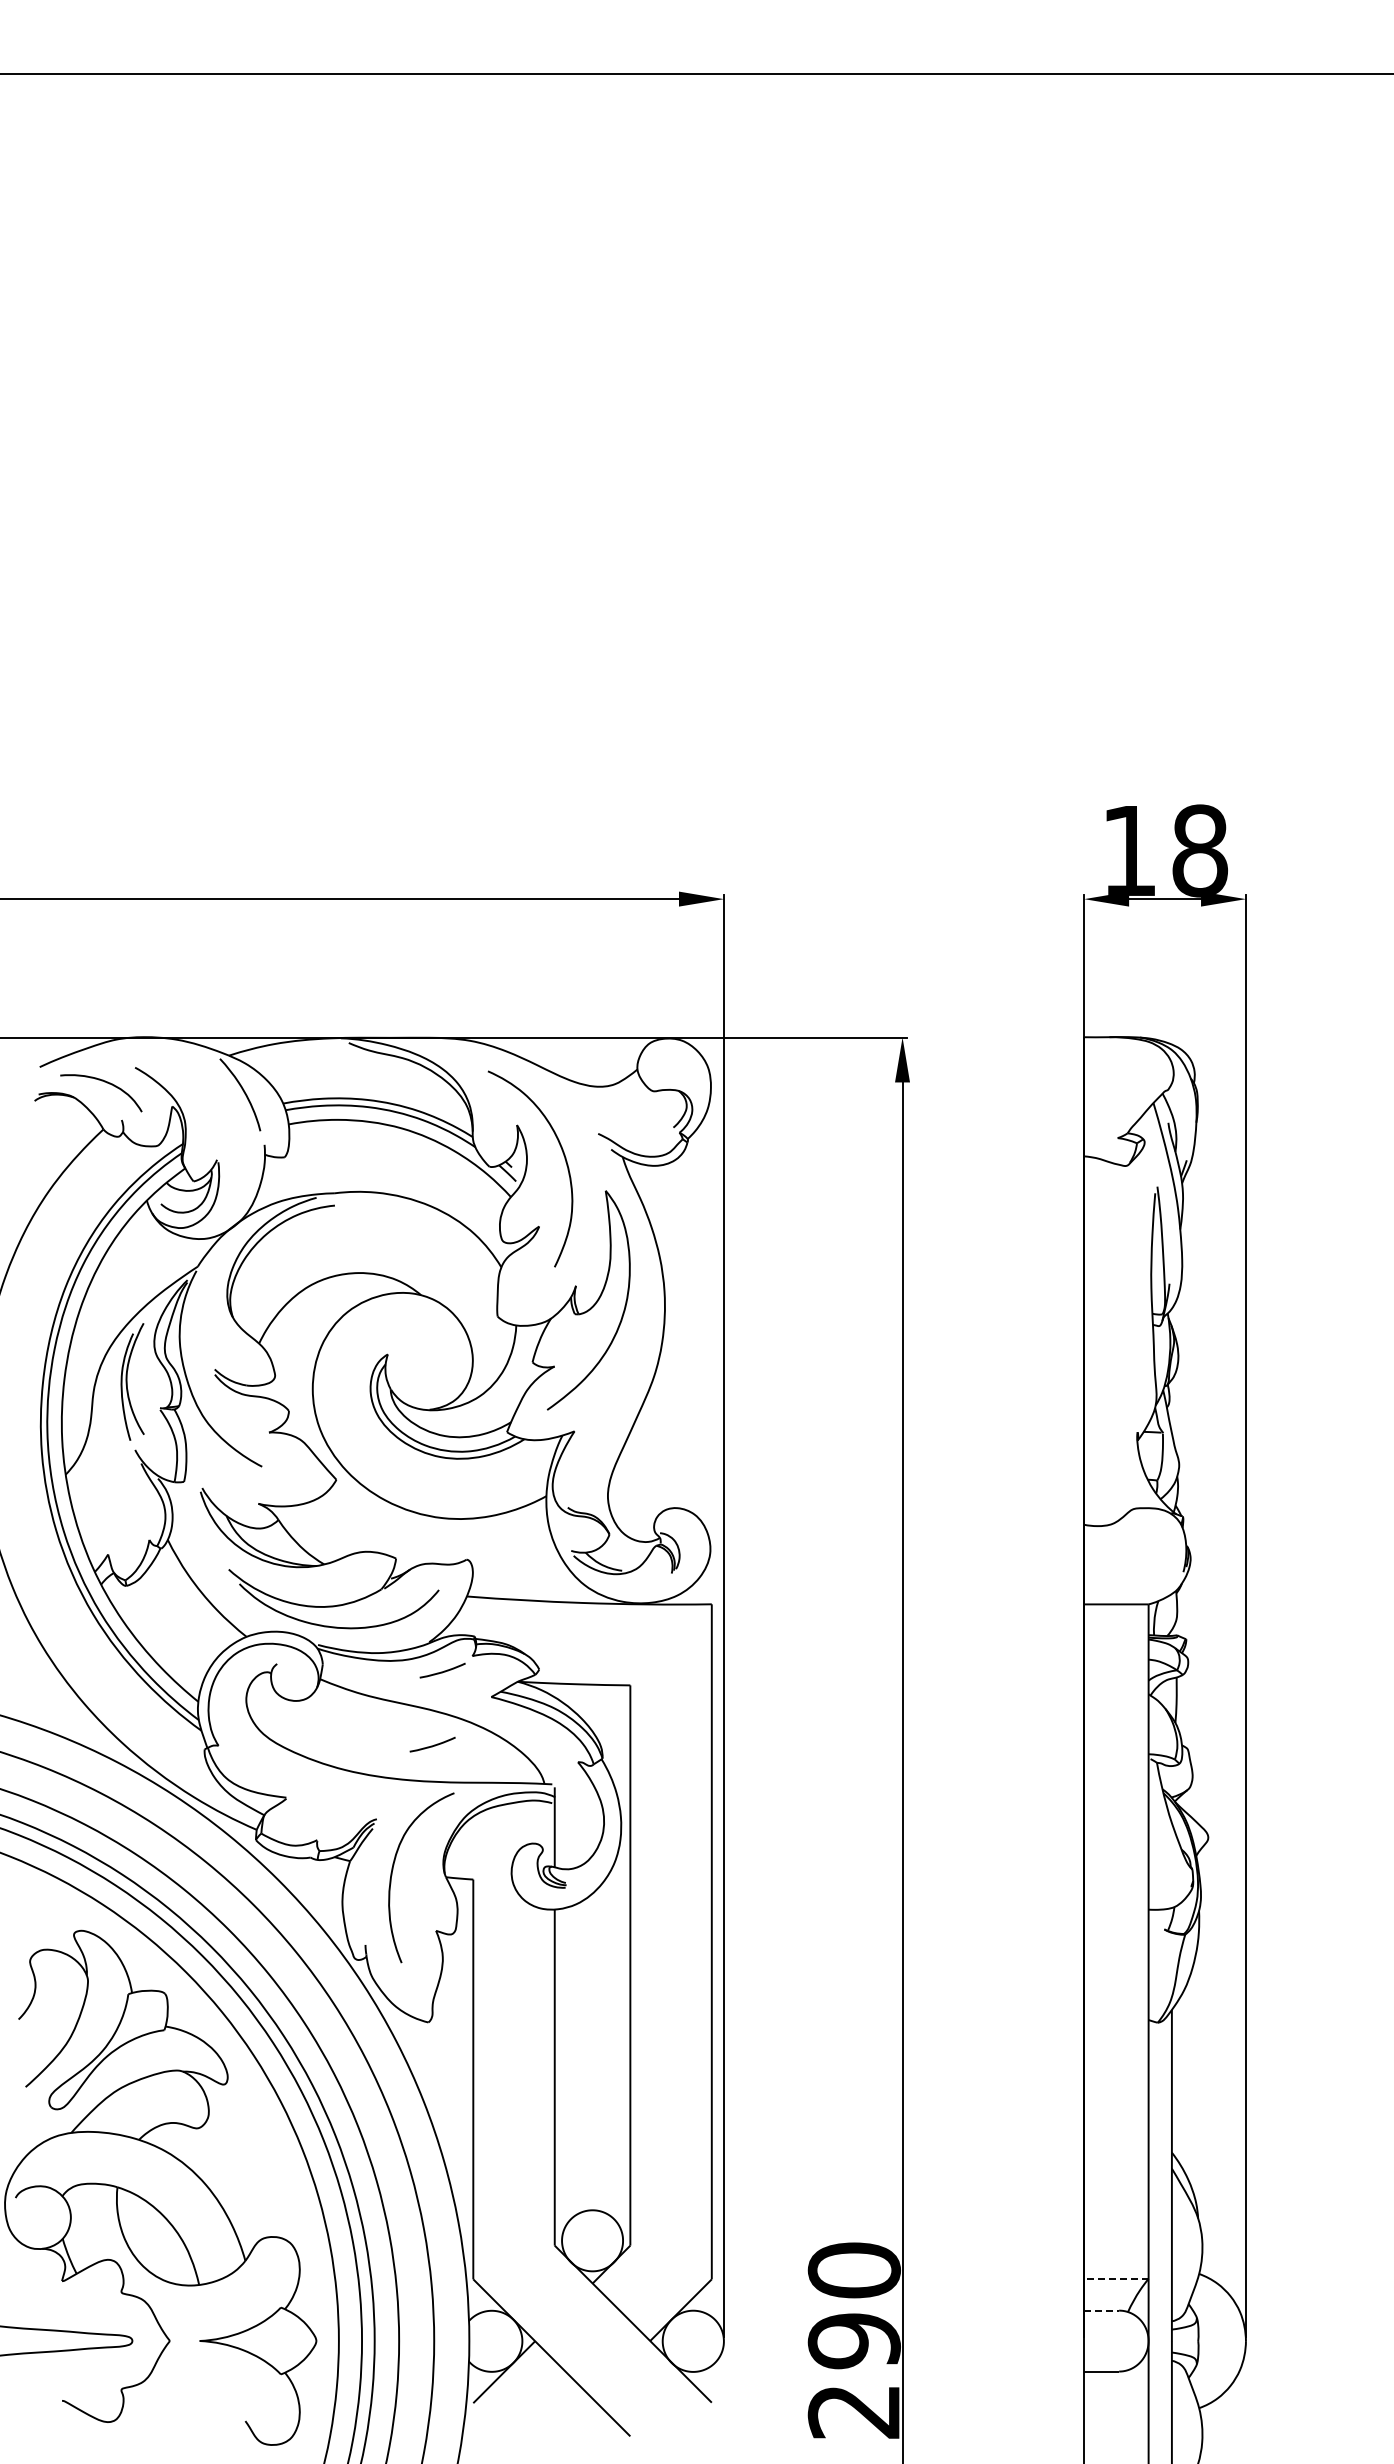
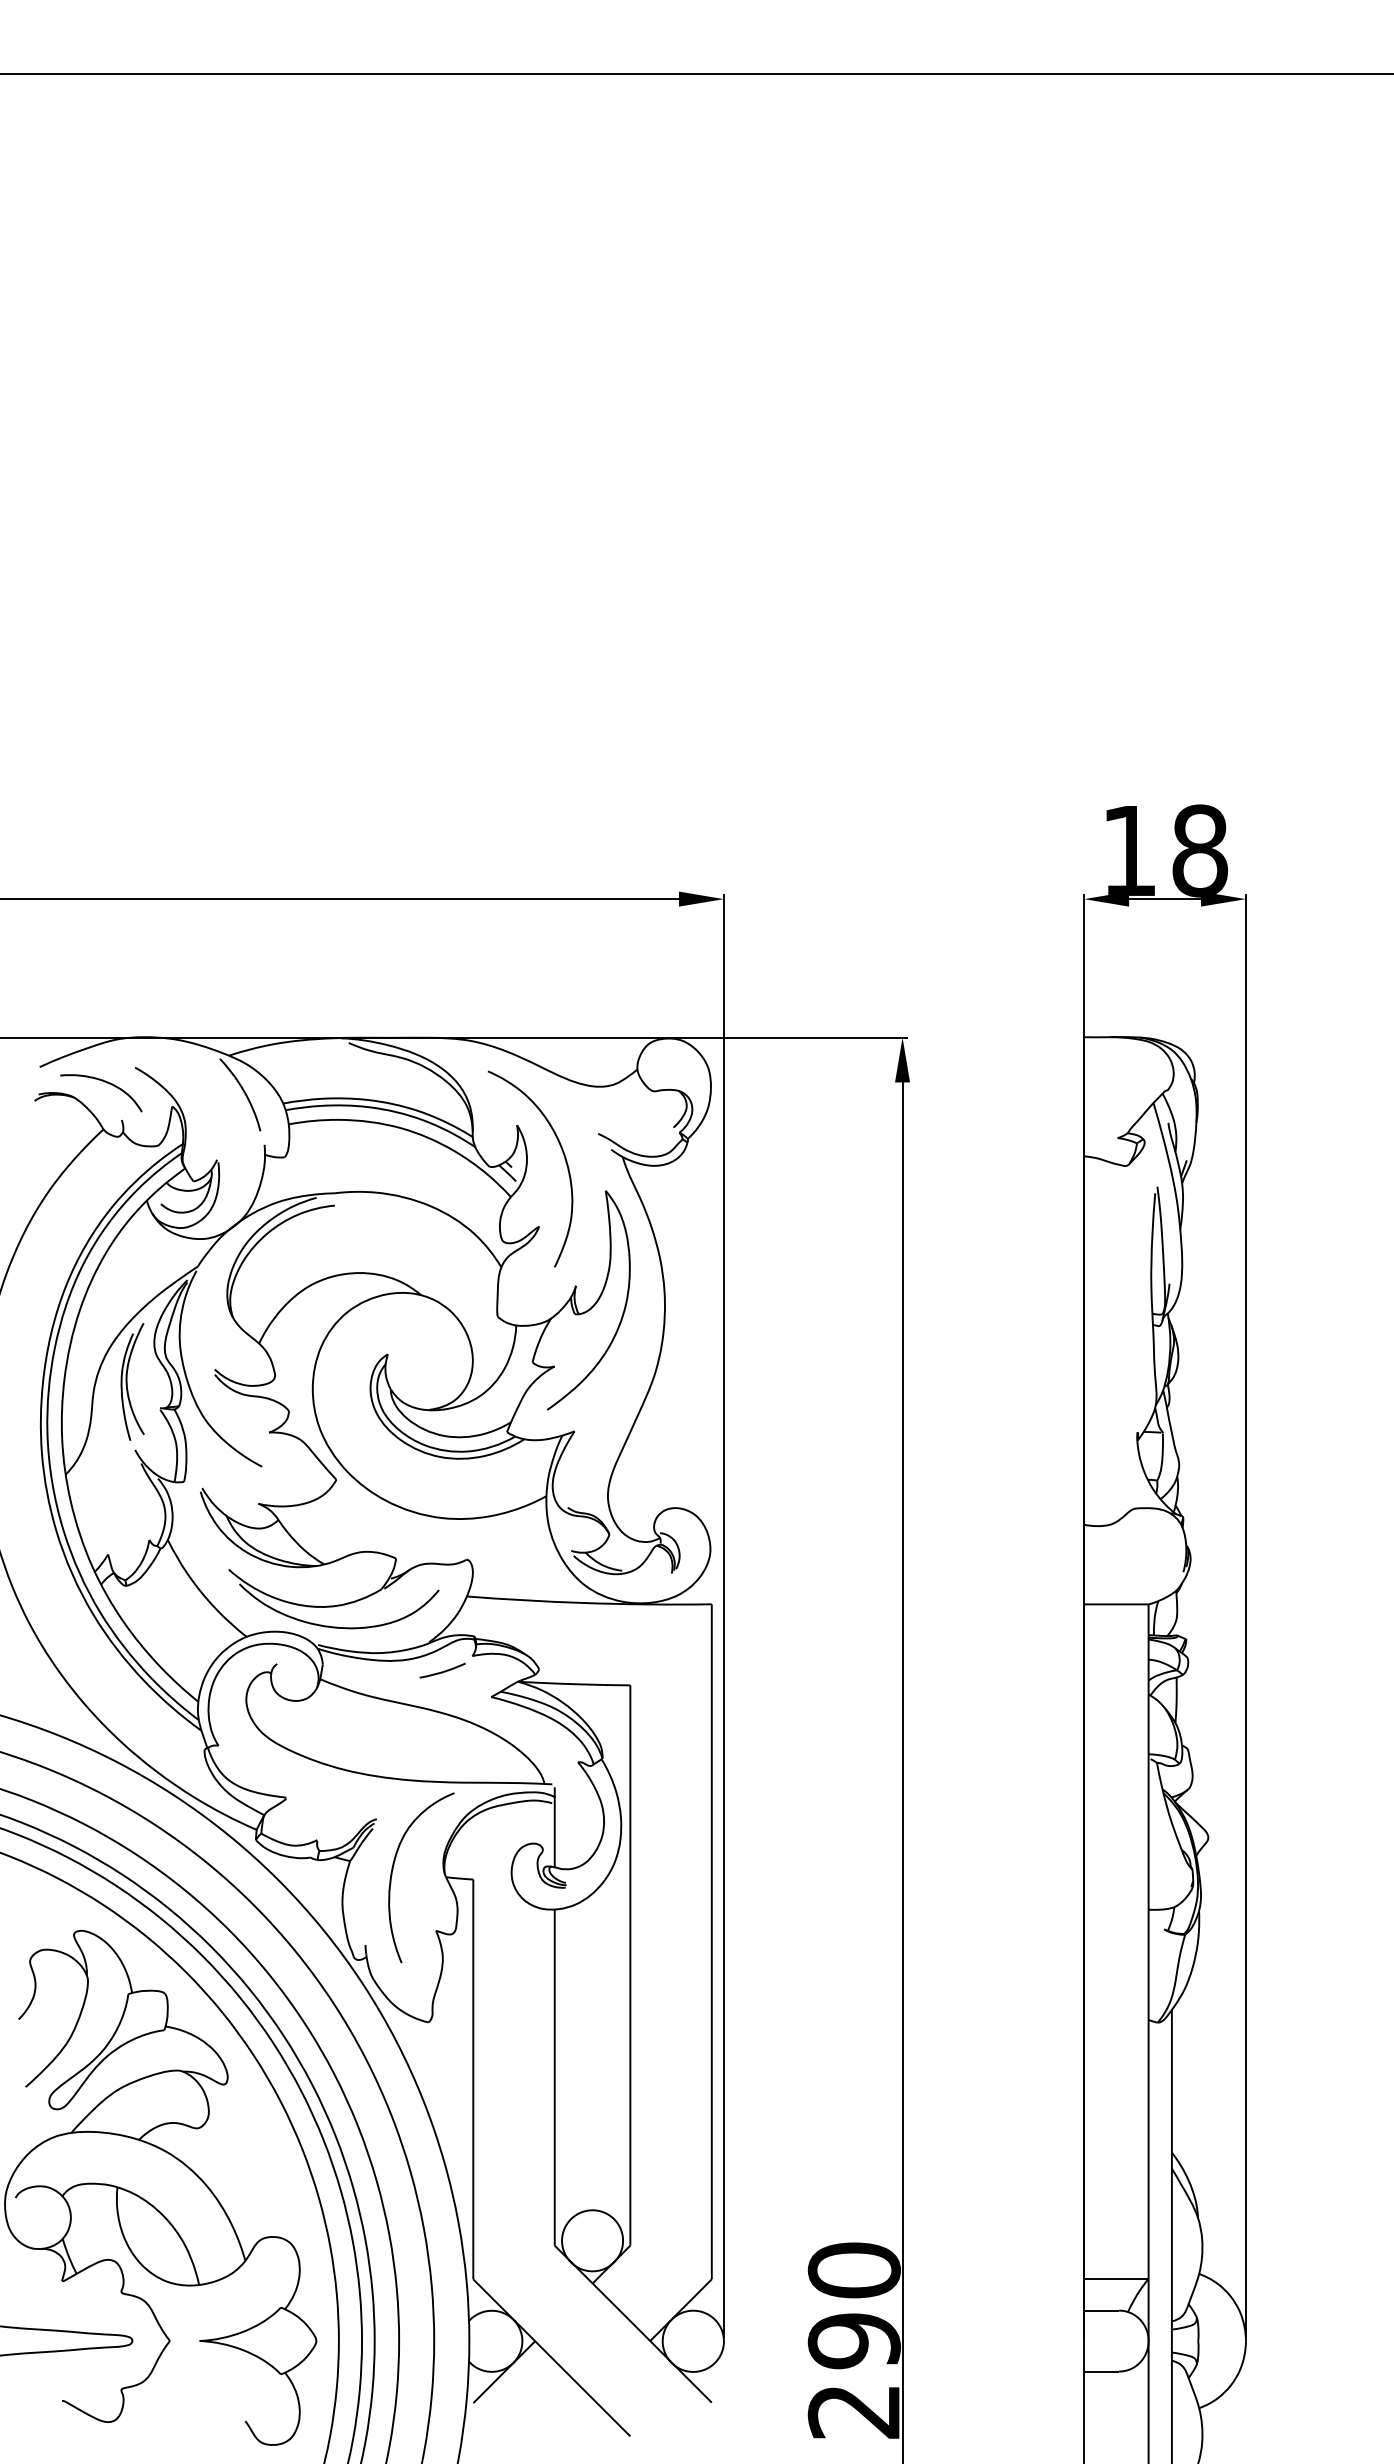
curve at (432, 1745): present -> none
line at (1115, 2278): dashed -> solid
line at (1102, 2310): dashed -> solid
